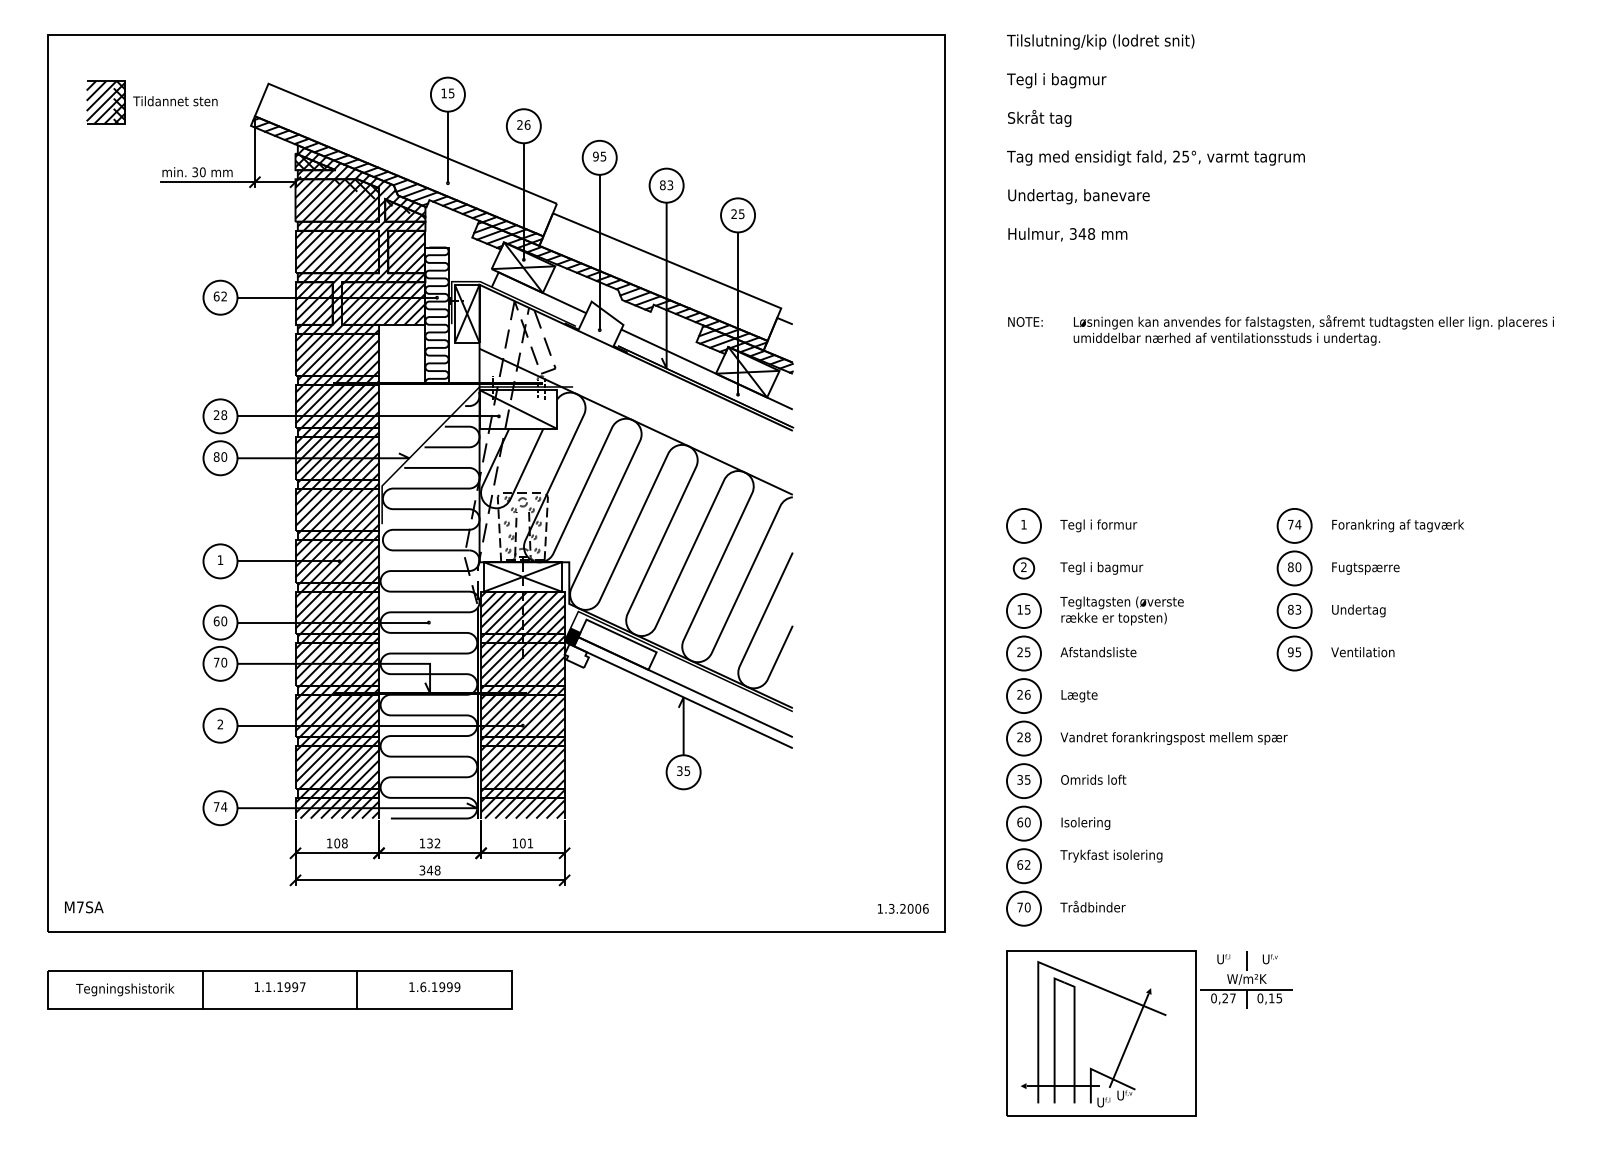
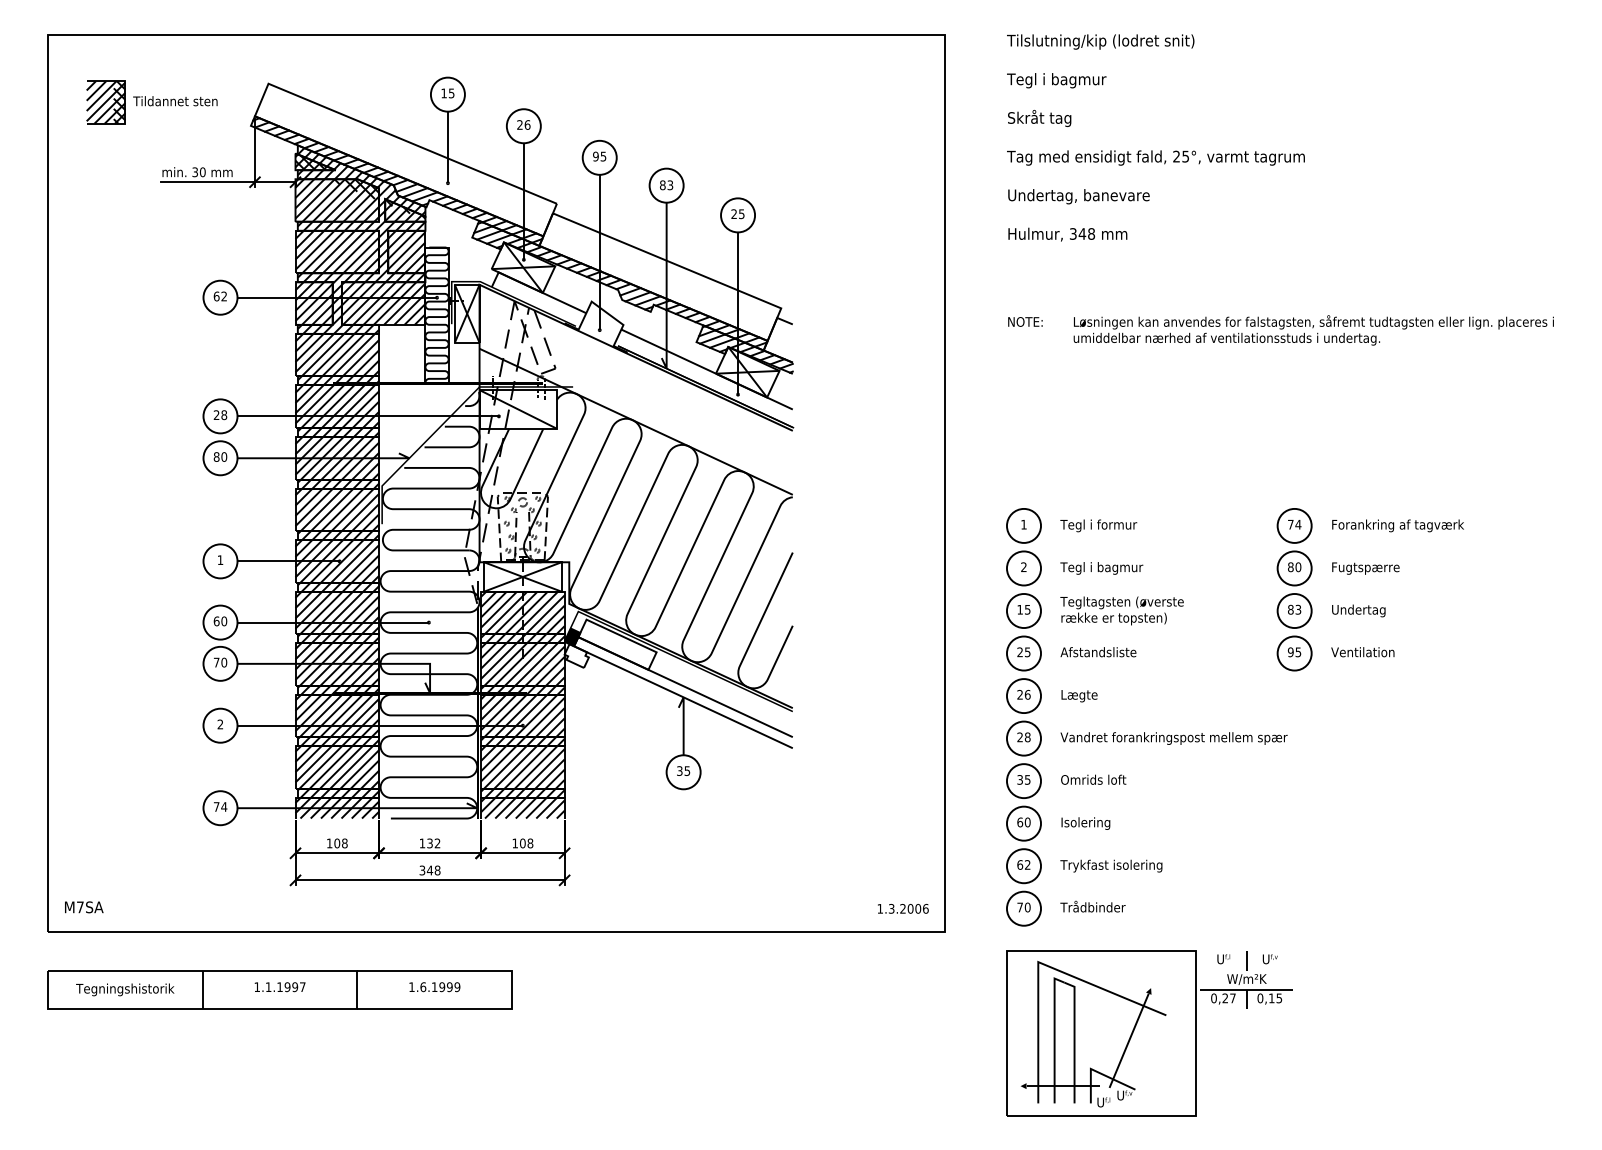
circle at (1023, 568) diameter: 20 px -> 34 px
text at (530, 843): 101 -> 108
text at (1111, 855) position: (1111, 855) -> (1111, 865)
